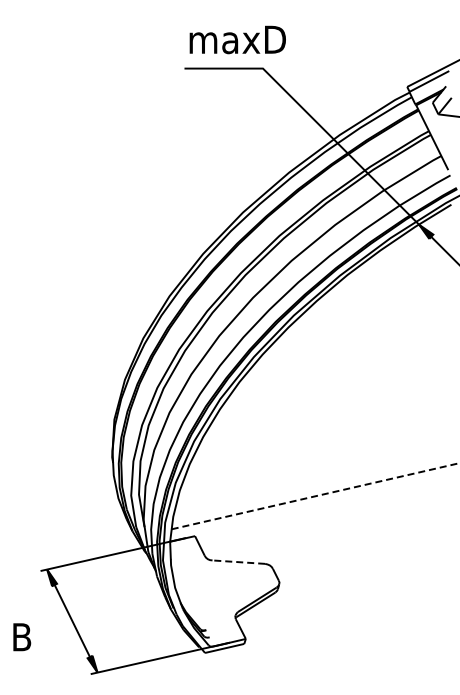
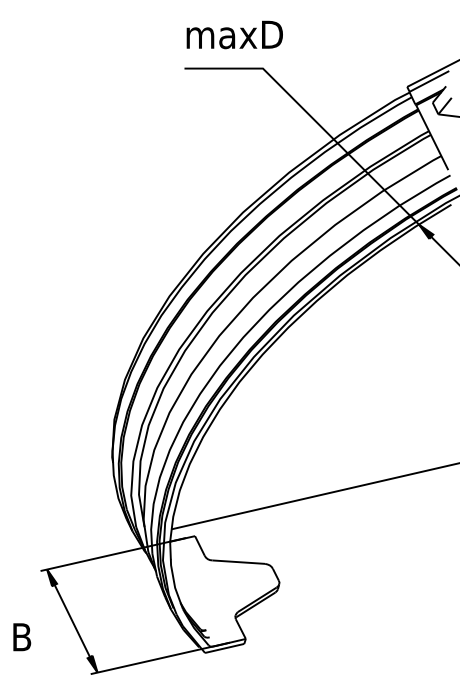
text at (237, 39) position: (237, 39) -> (234, 34)
line at (315, 496): dashed -> solid
line at (238, 562): dashed -> solid
